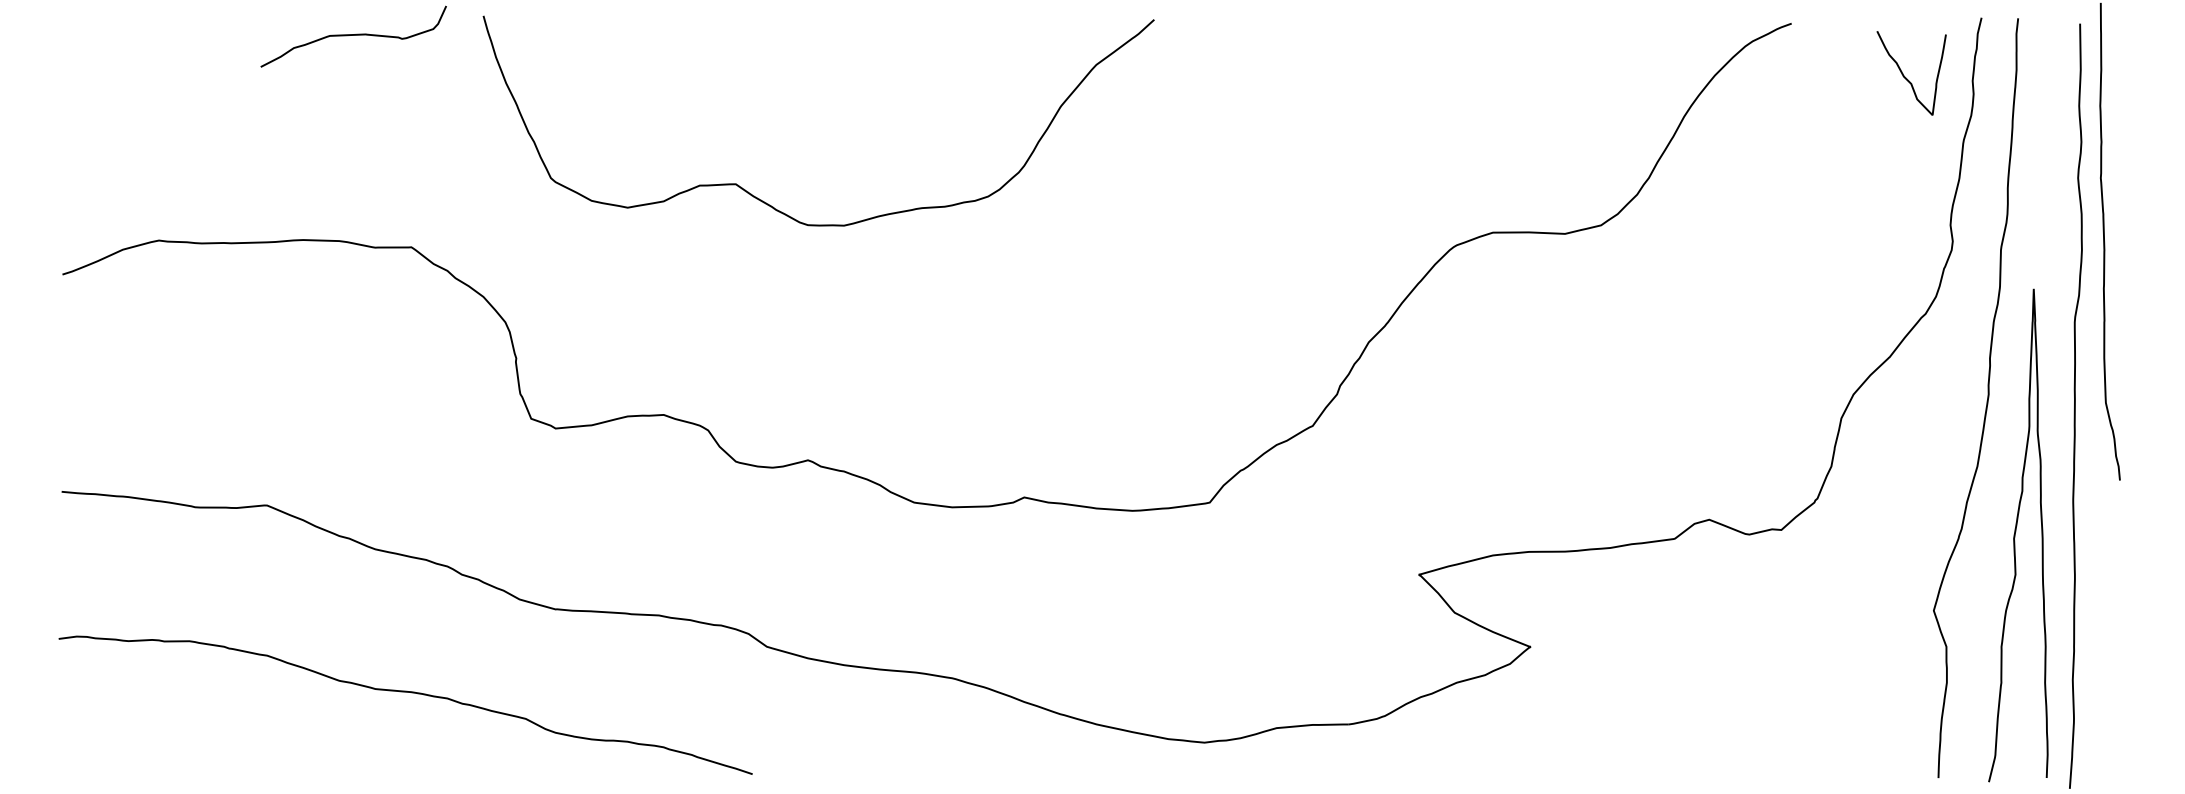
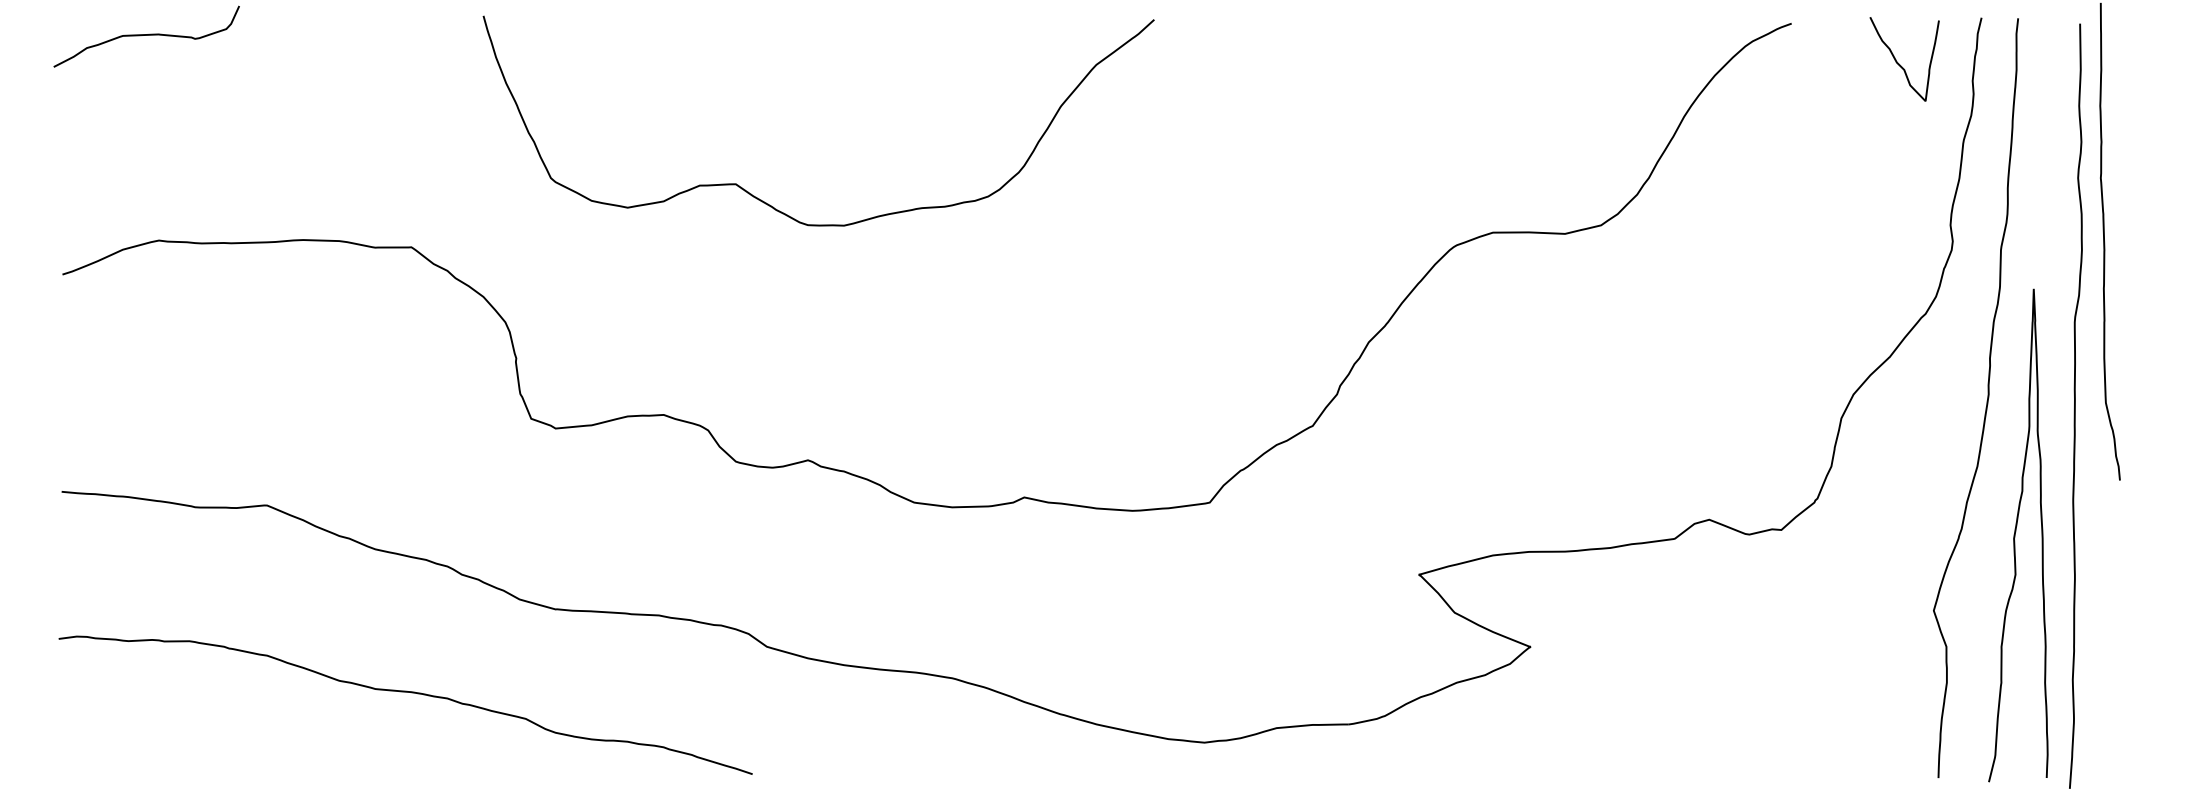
curve at (353, 35) position: (353, 35) -> (146, 35)
curve at (1906, 77) position: (1906, 77) -> (1899, 63)
